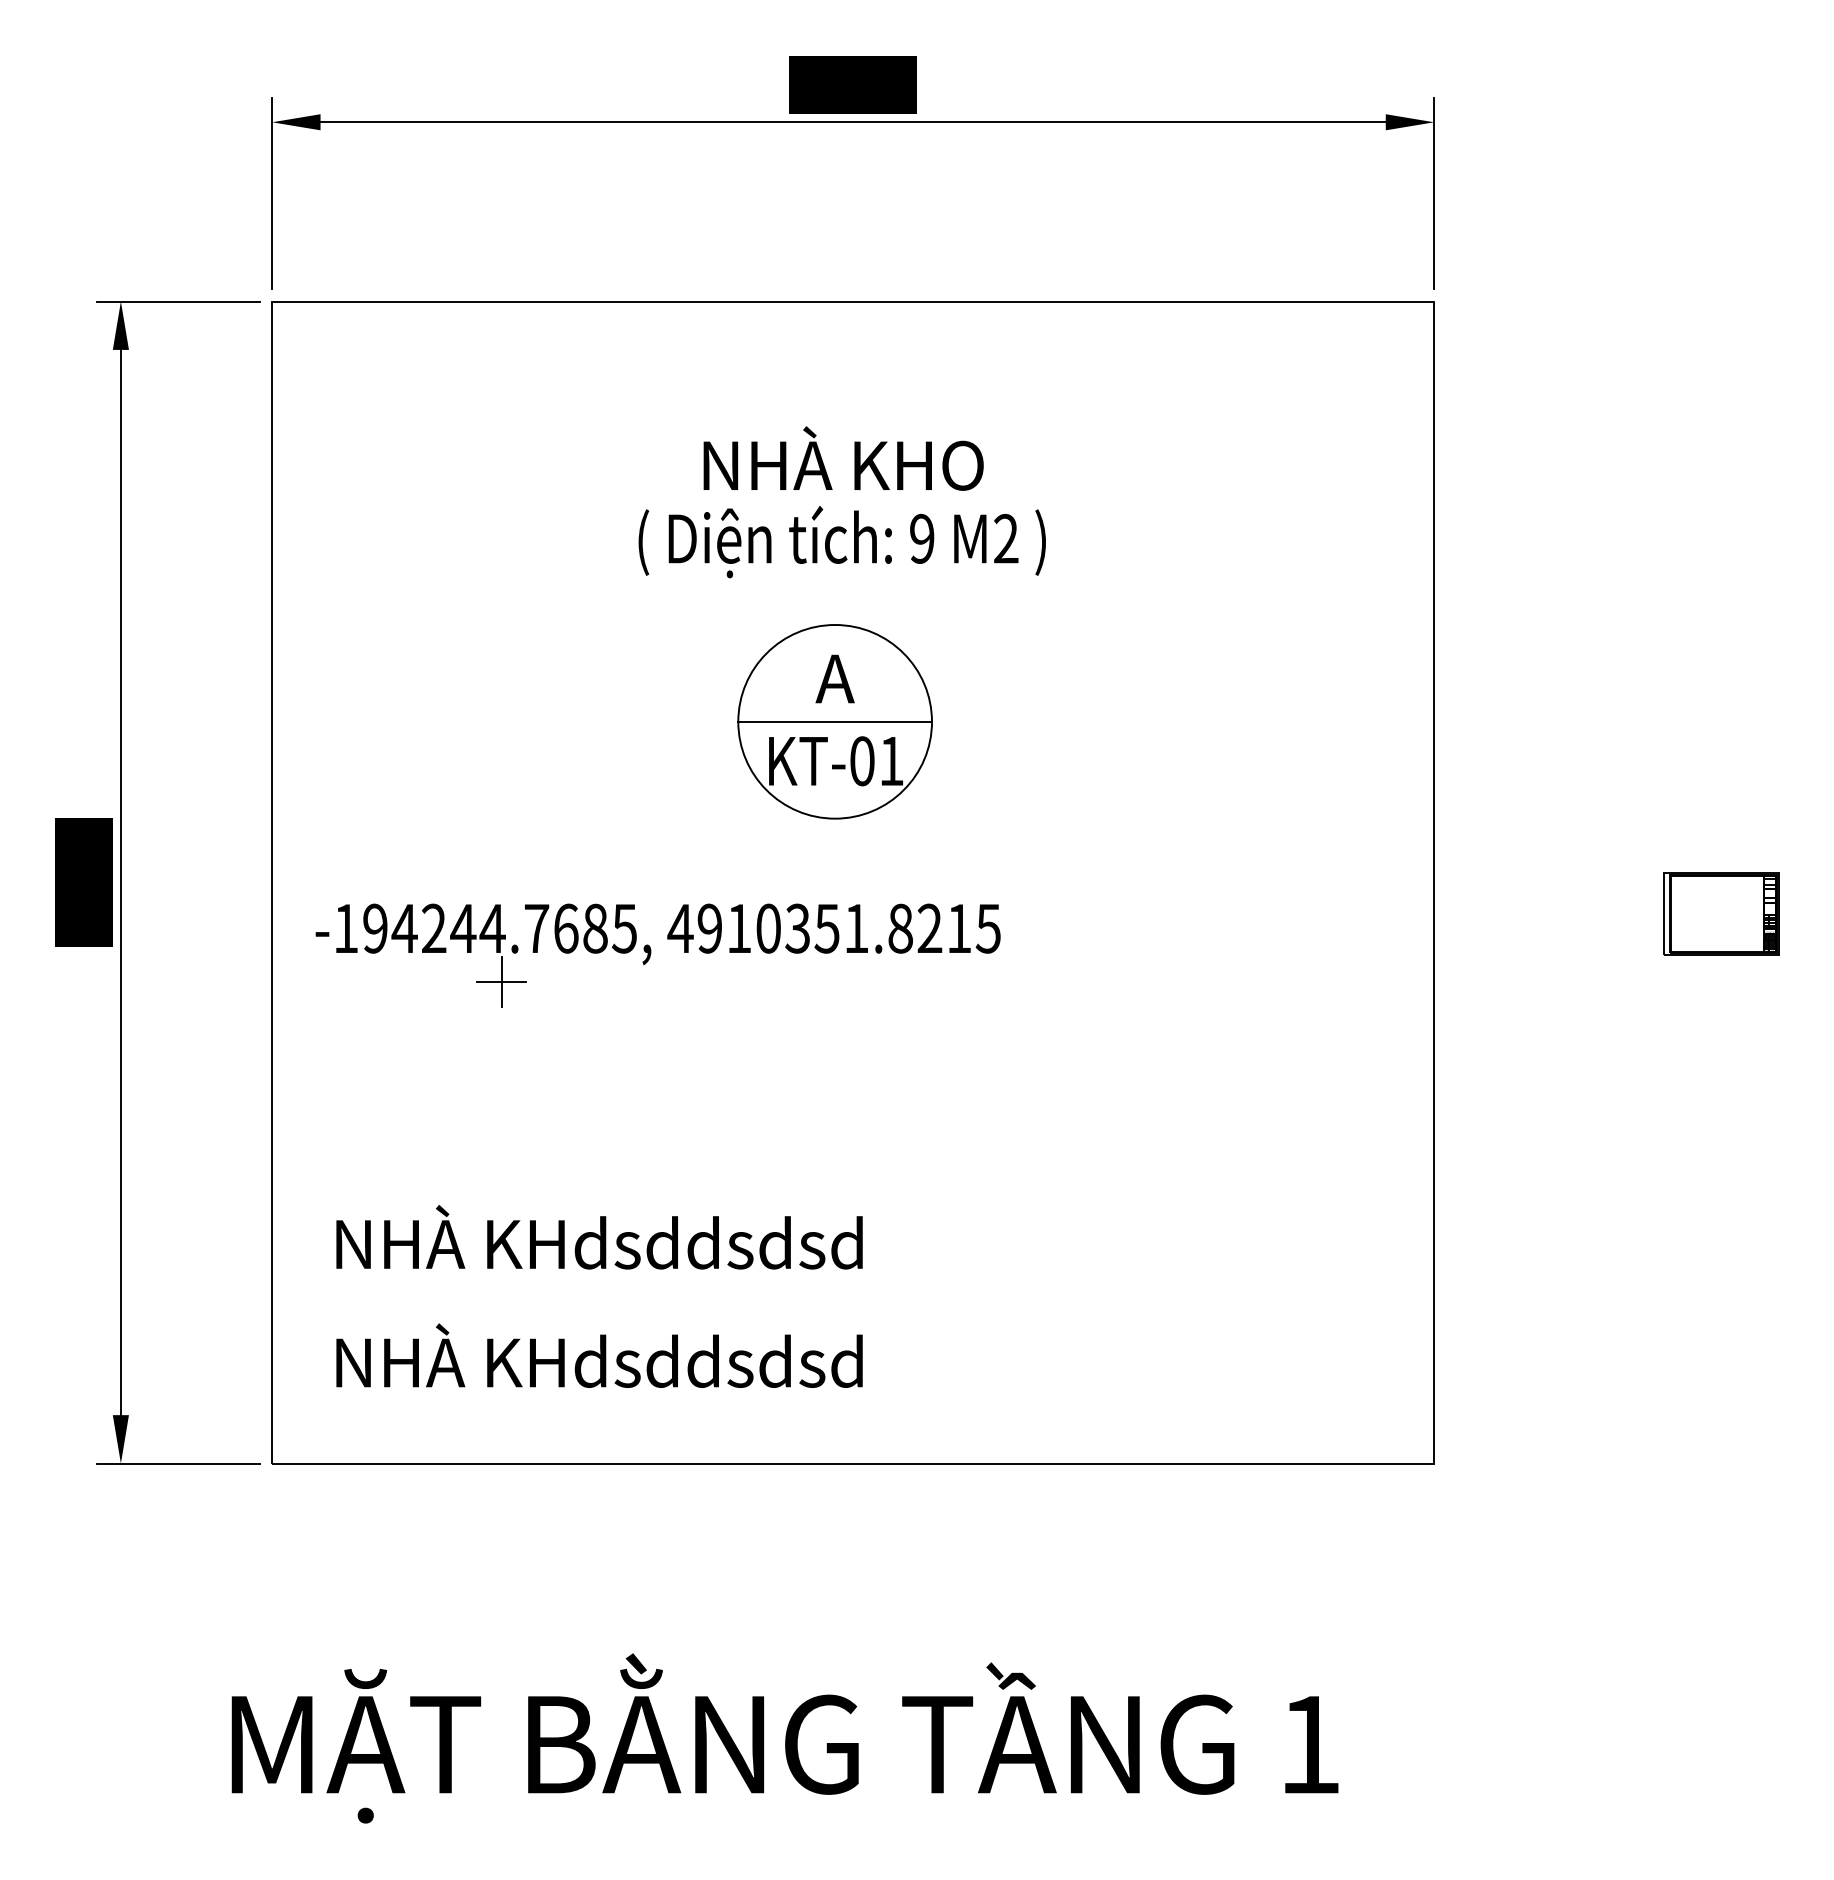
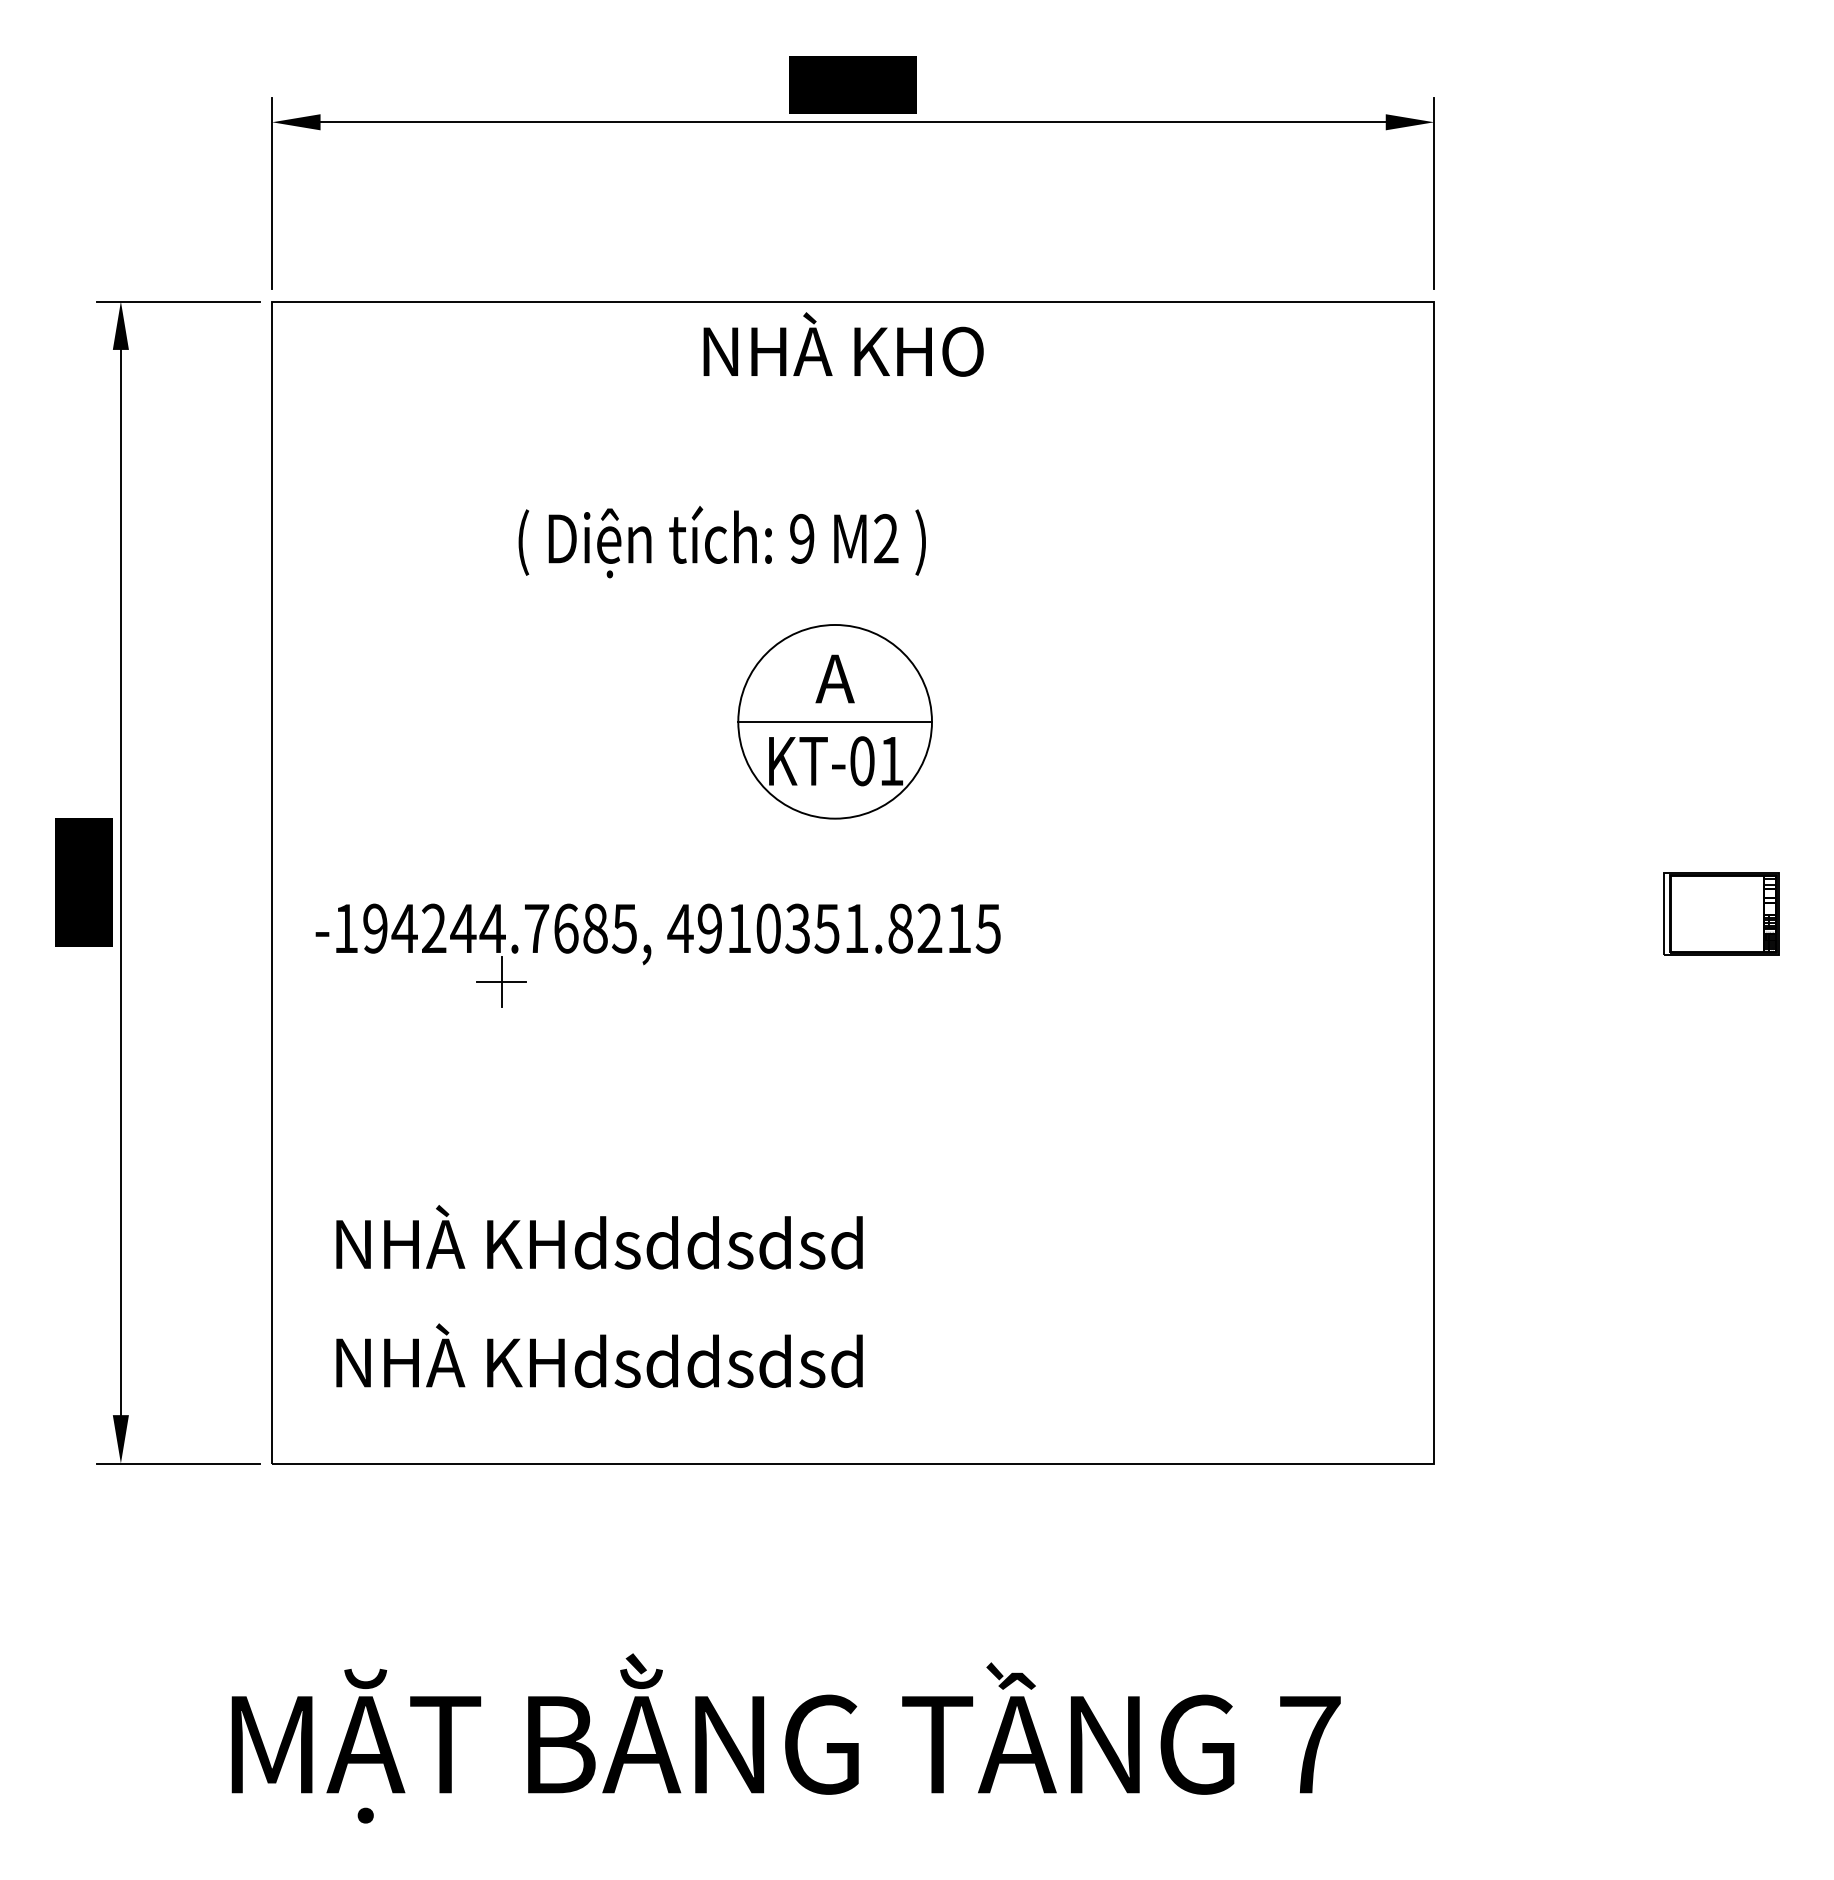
text at (843, 458) position: (843, 458) -> (843, 344)
text at (841, 542) position: (841, 542) -> (721, 542)
text at (1310, 1744): 1 -> 7
